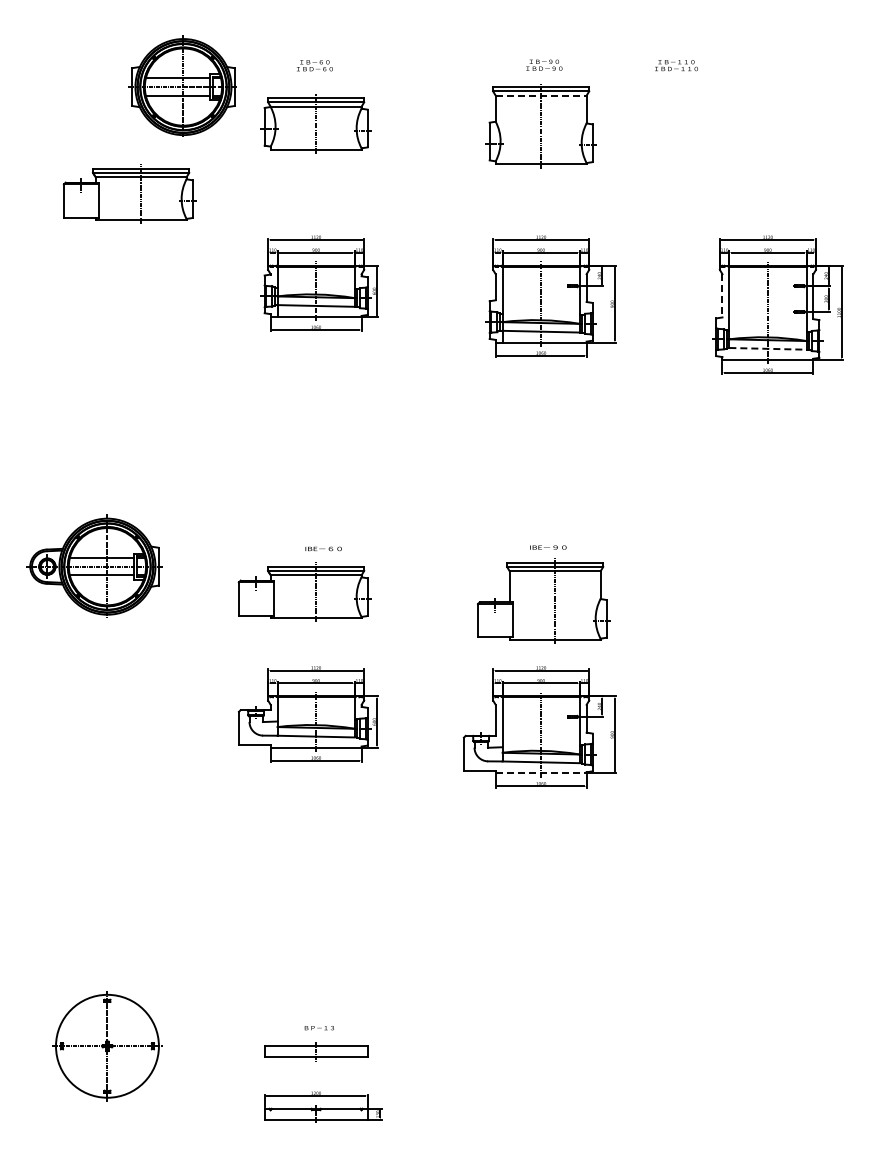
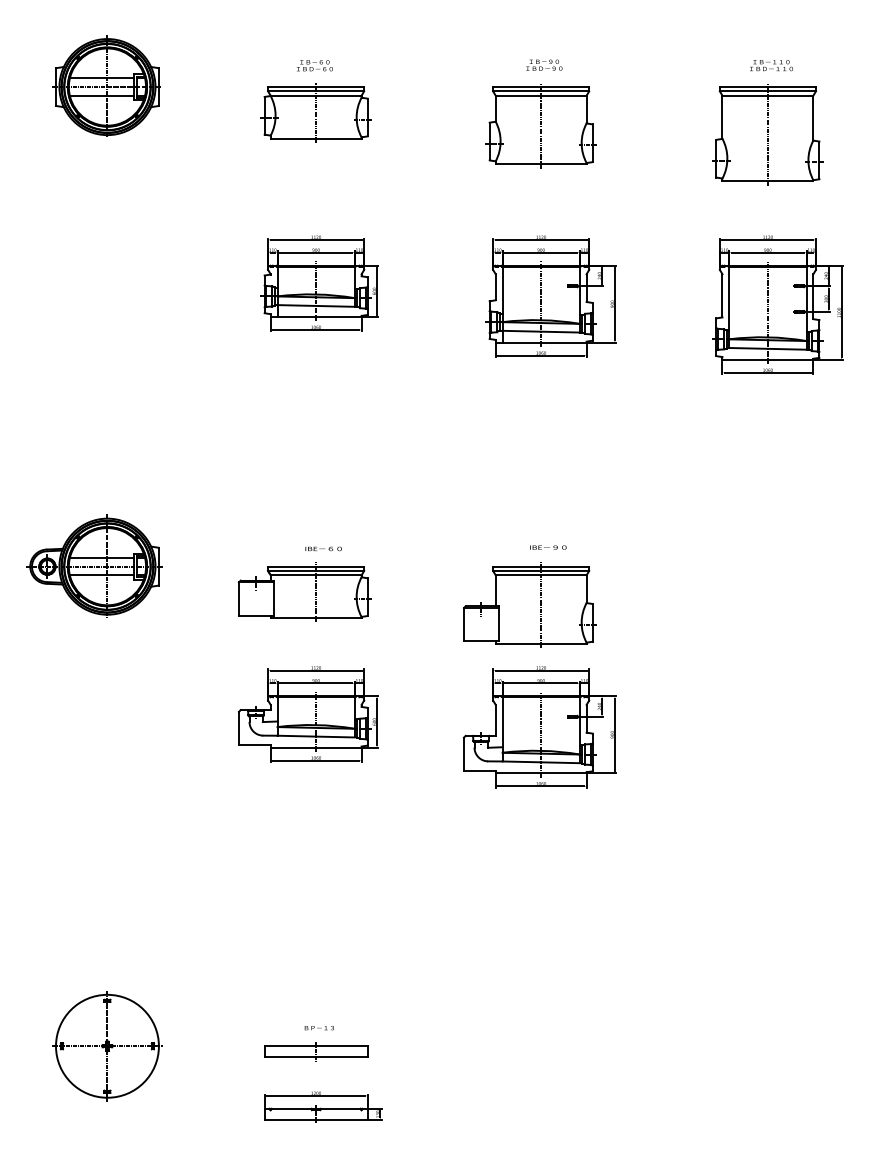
text at (676, 65) position: (676, 65) -> (771, 65)
part at (182, 85) position: (182, 85) -> (106, 85)
line at (541, 95): dashed -> solid
part at (315, 123) position: (315, 123) -> (315, 112)
part at (767, 134): none -> present
part at (129, 193): present -> none
line at (722, 295): dashed -> solid
line at (767, 348): dashed -> solid
part at (543, 600) position: (543, 600) -> (529, 604)
line at (541, 773): dashed -> solid
